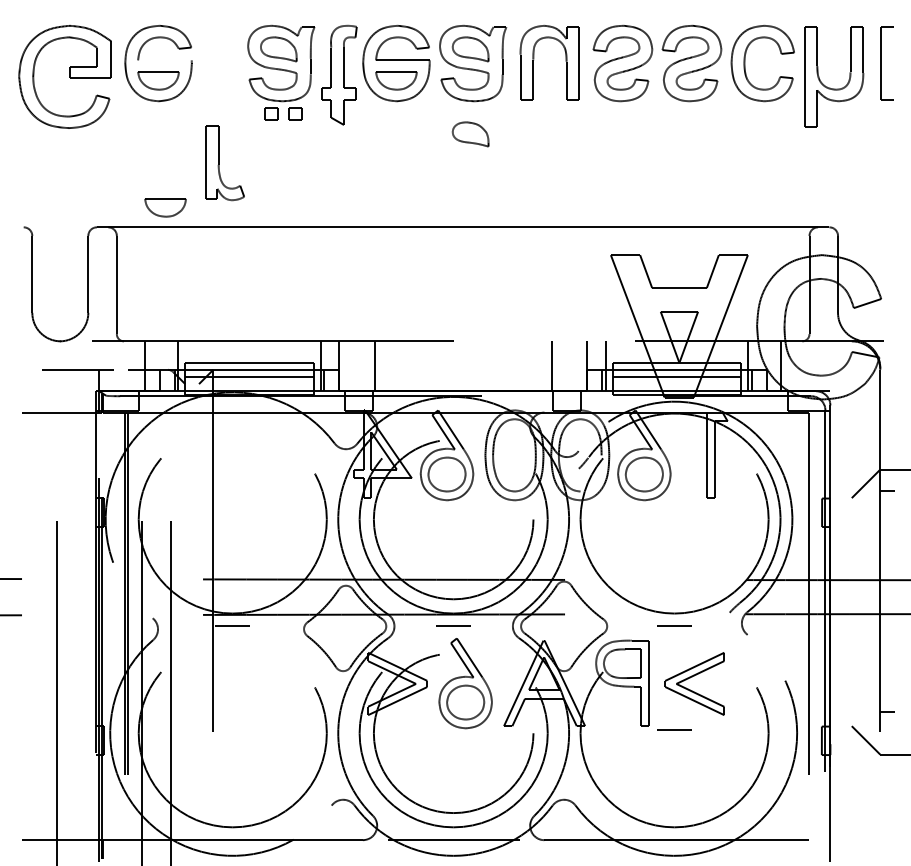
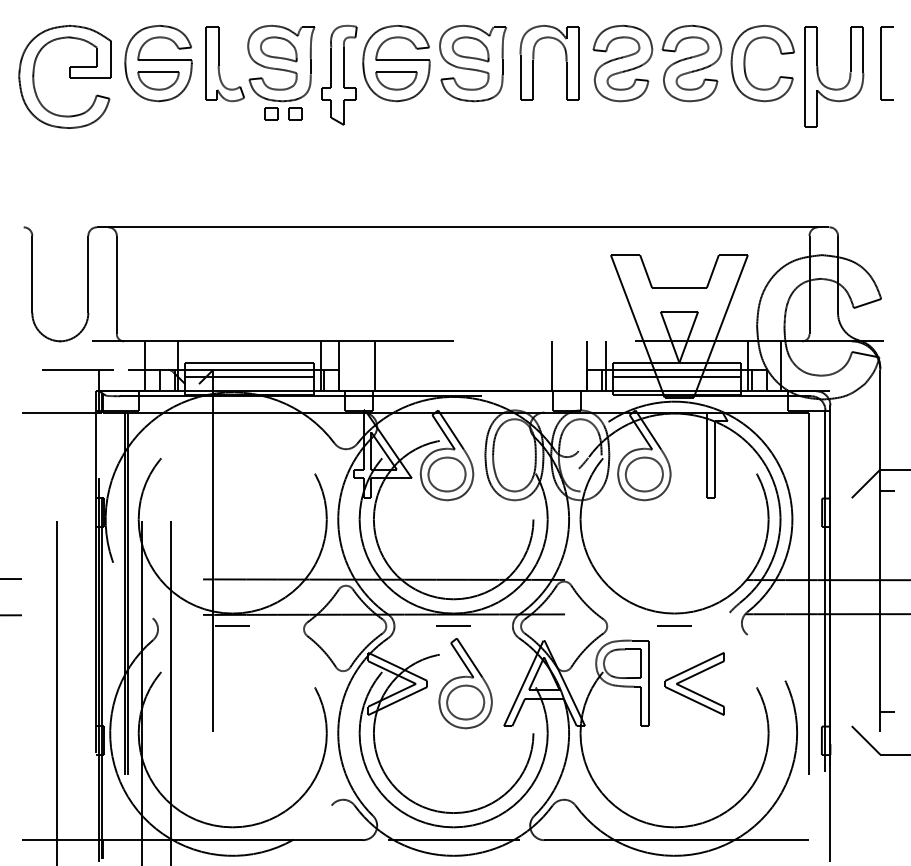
line at (164, 60): none -> present
part at (470, 134): present -> none
part at (224, 163) position: (224, 163) -> (224, 64)
part at (165, 207): present -> none
line at (674, 729): present -> none
